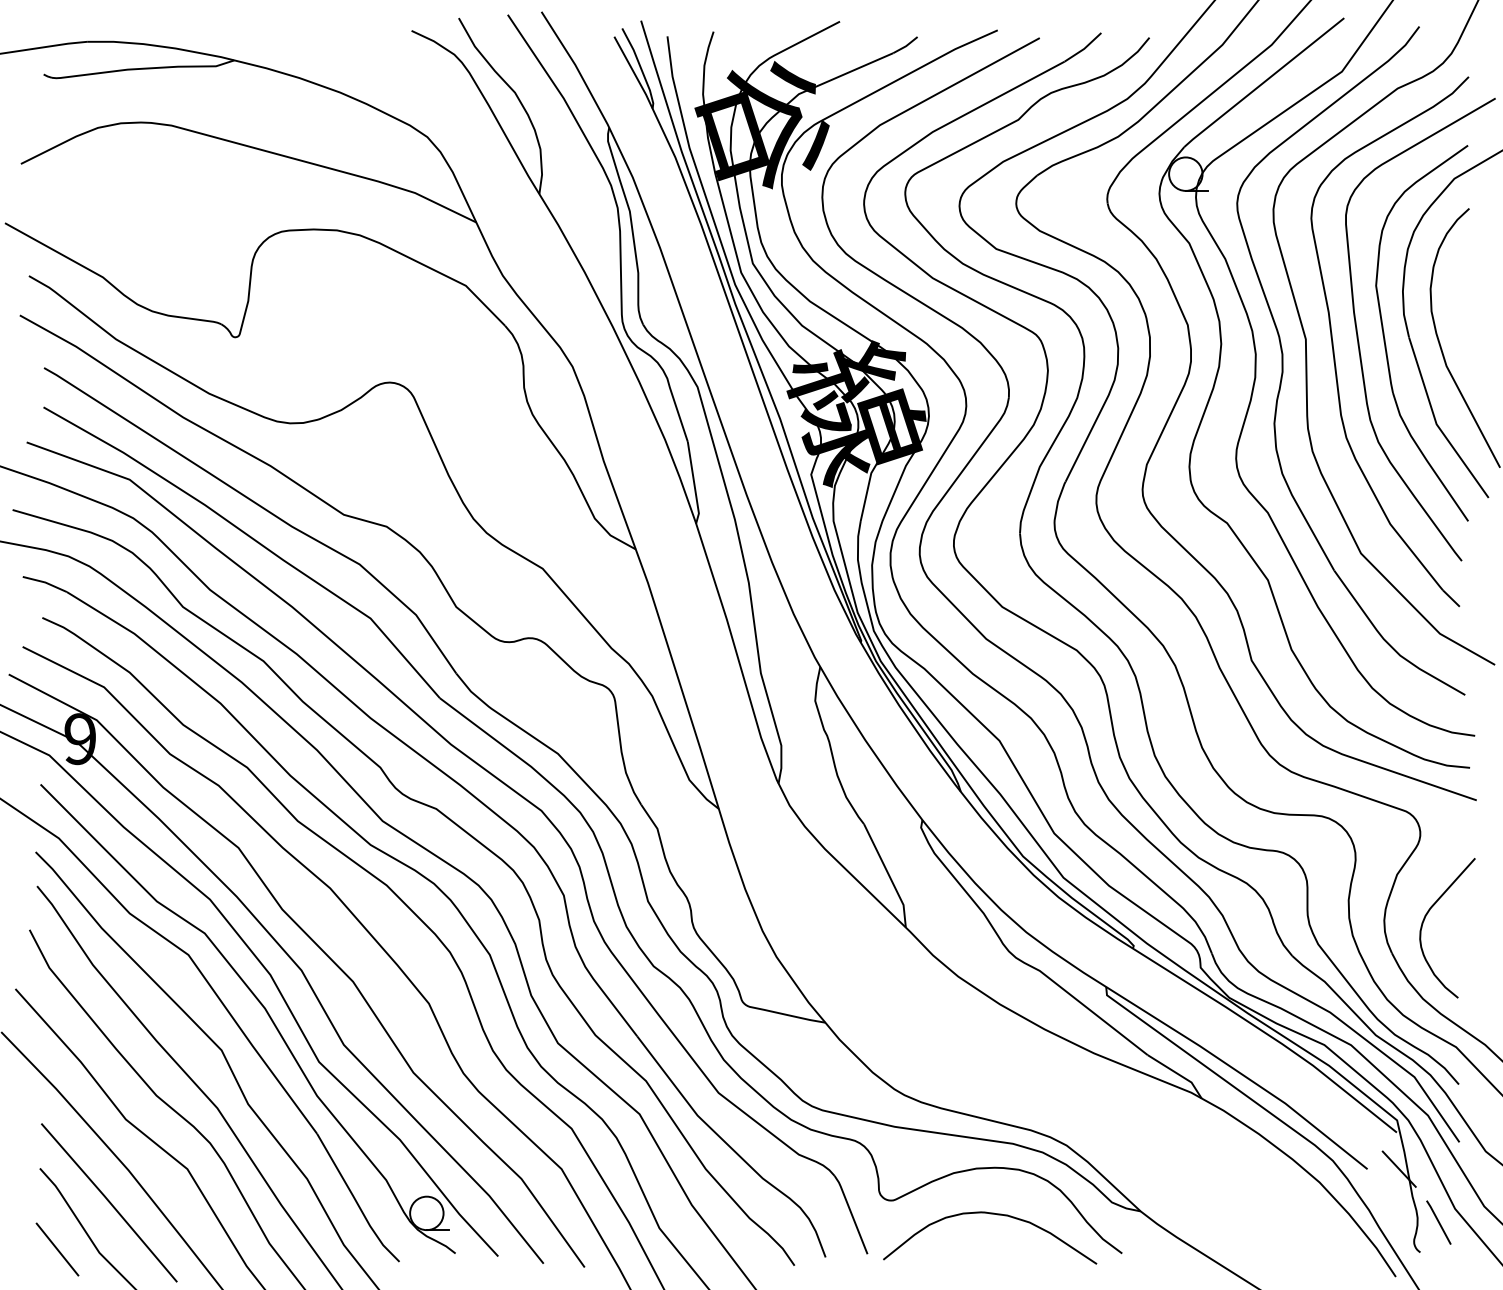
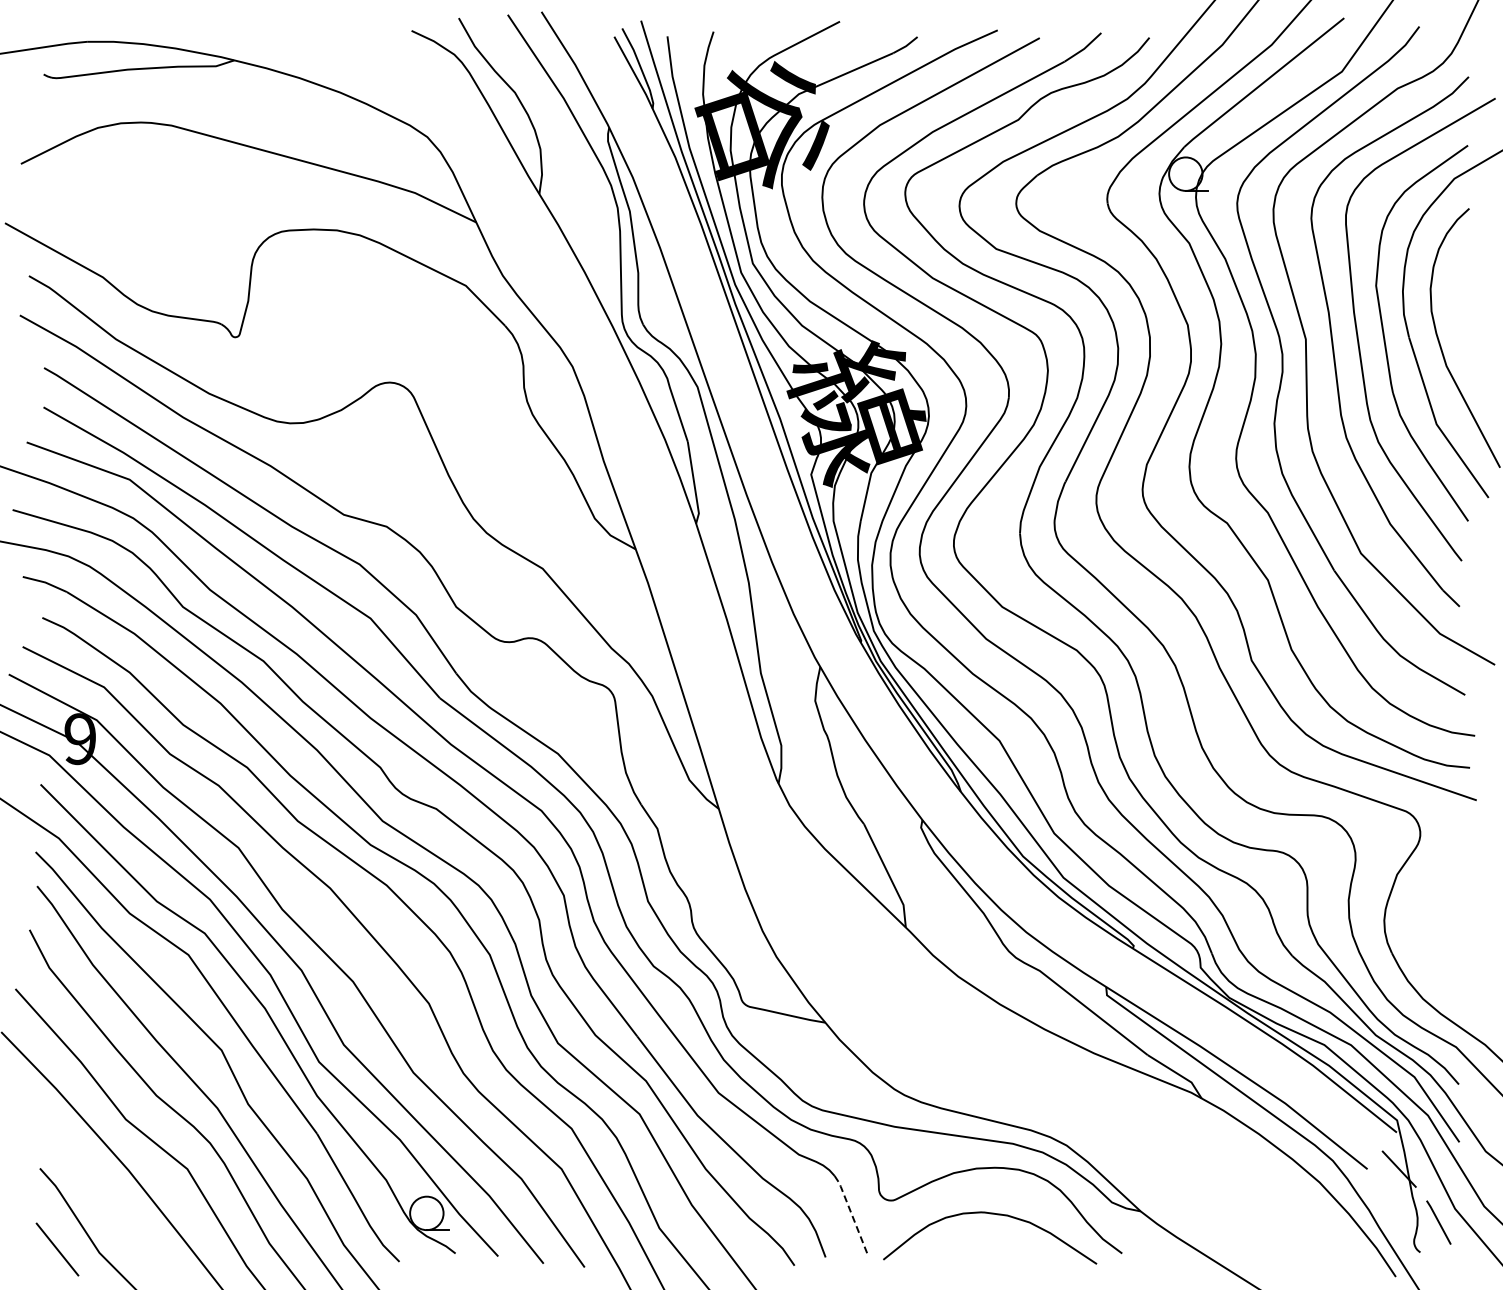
curve at (1424, 921): present -> none
line at (109, 1202): present -> none
line at (851, 1213): solid -> dashed
